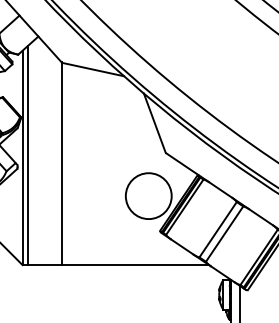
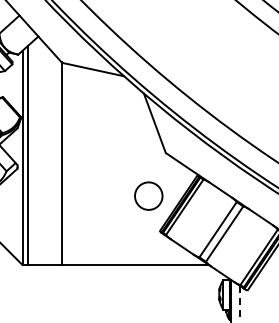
circle at (148, 196) diameter: 46 px -> 28 px
line at (239, 304): solid -> dashed
